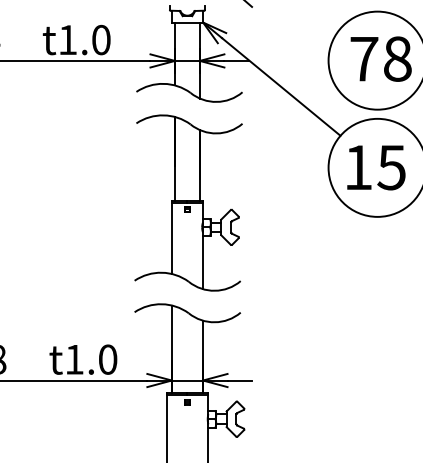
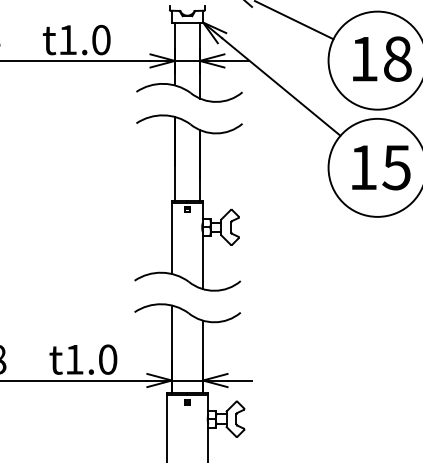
line at (295, 20): none -> present
text at (364, 59): 78 -> 18
text at (376, 167) position: (376, 167) -> (381, 167)
